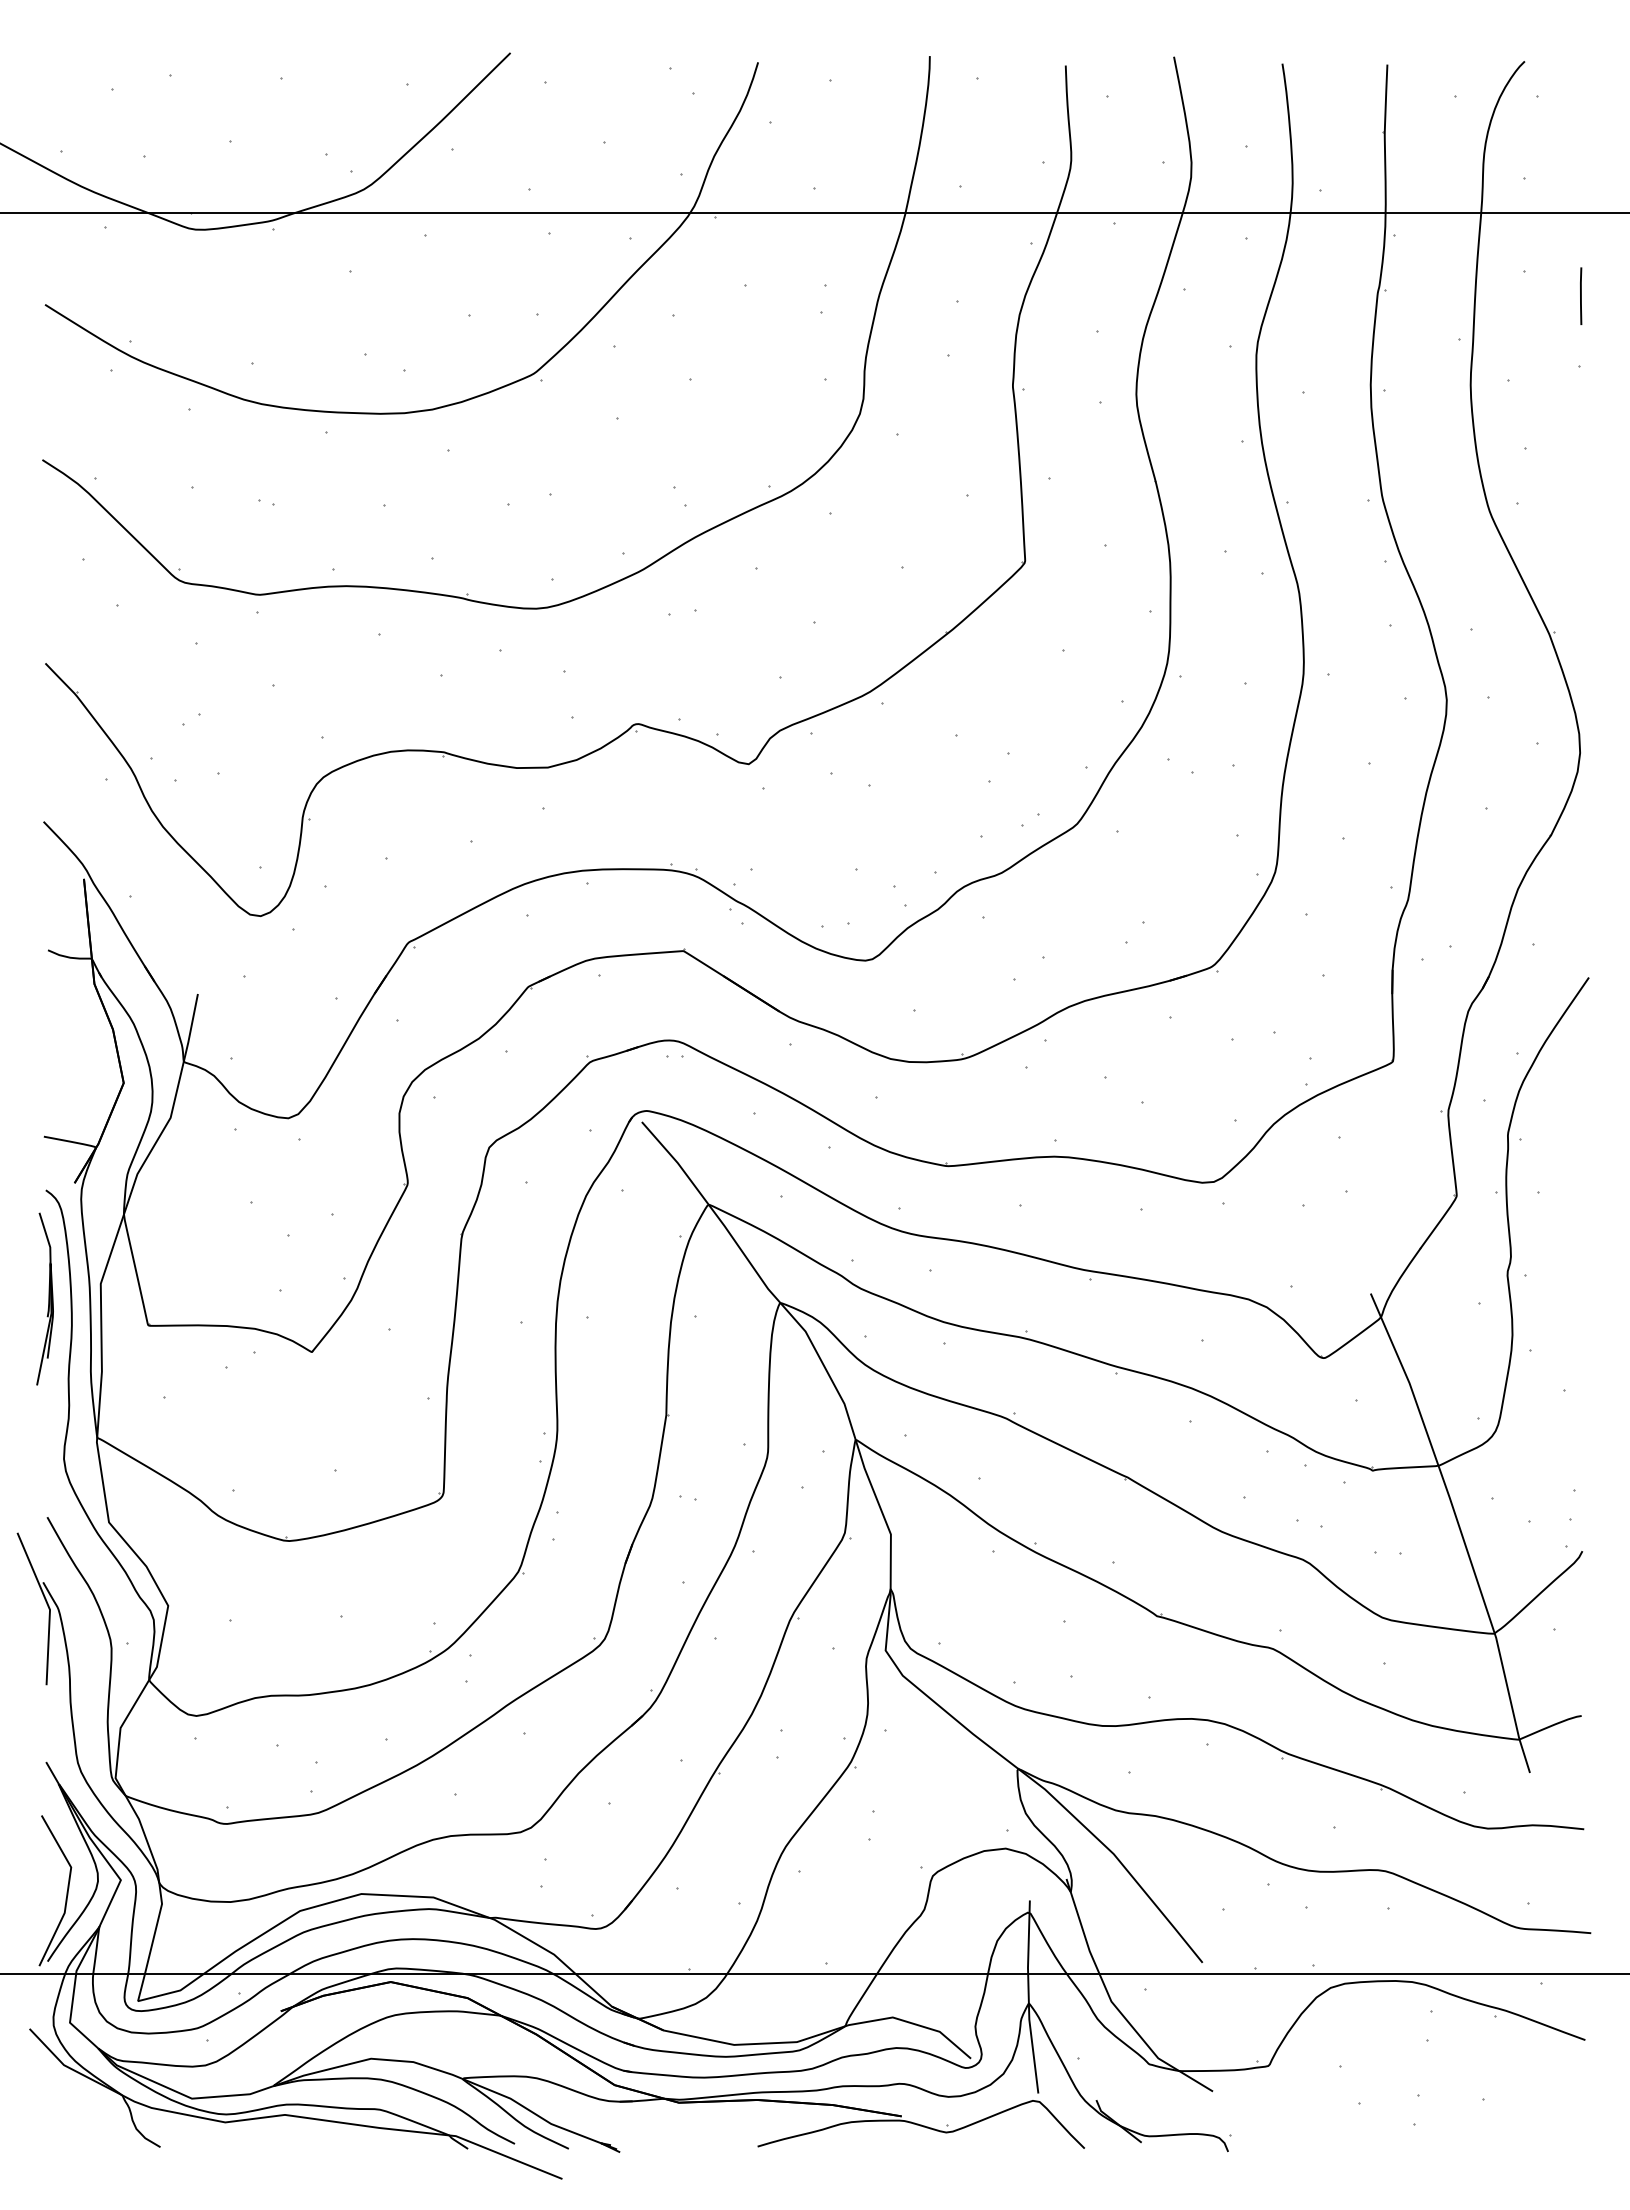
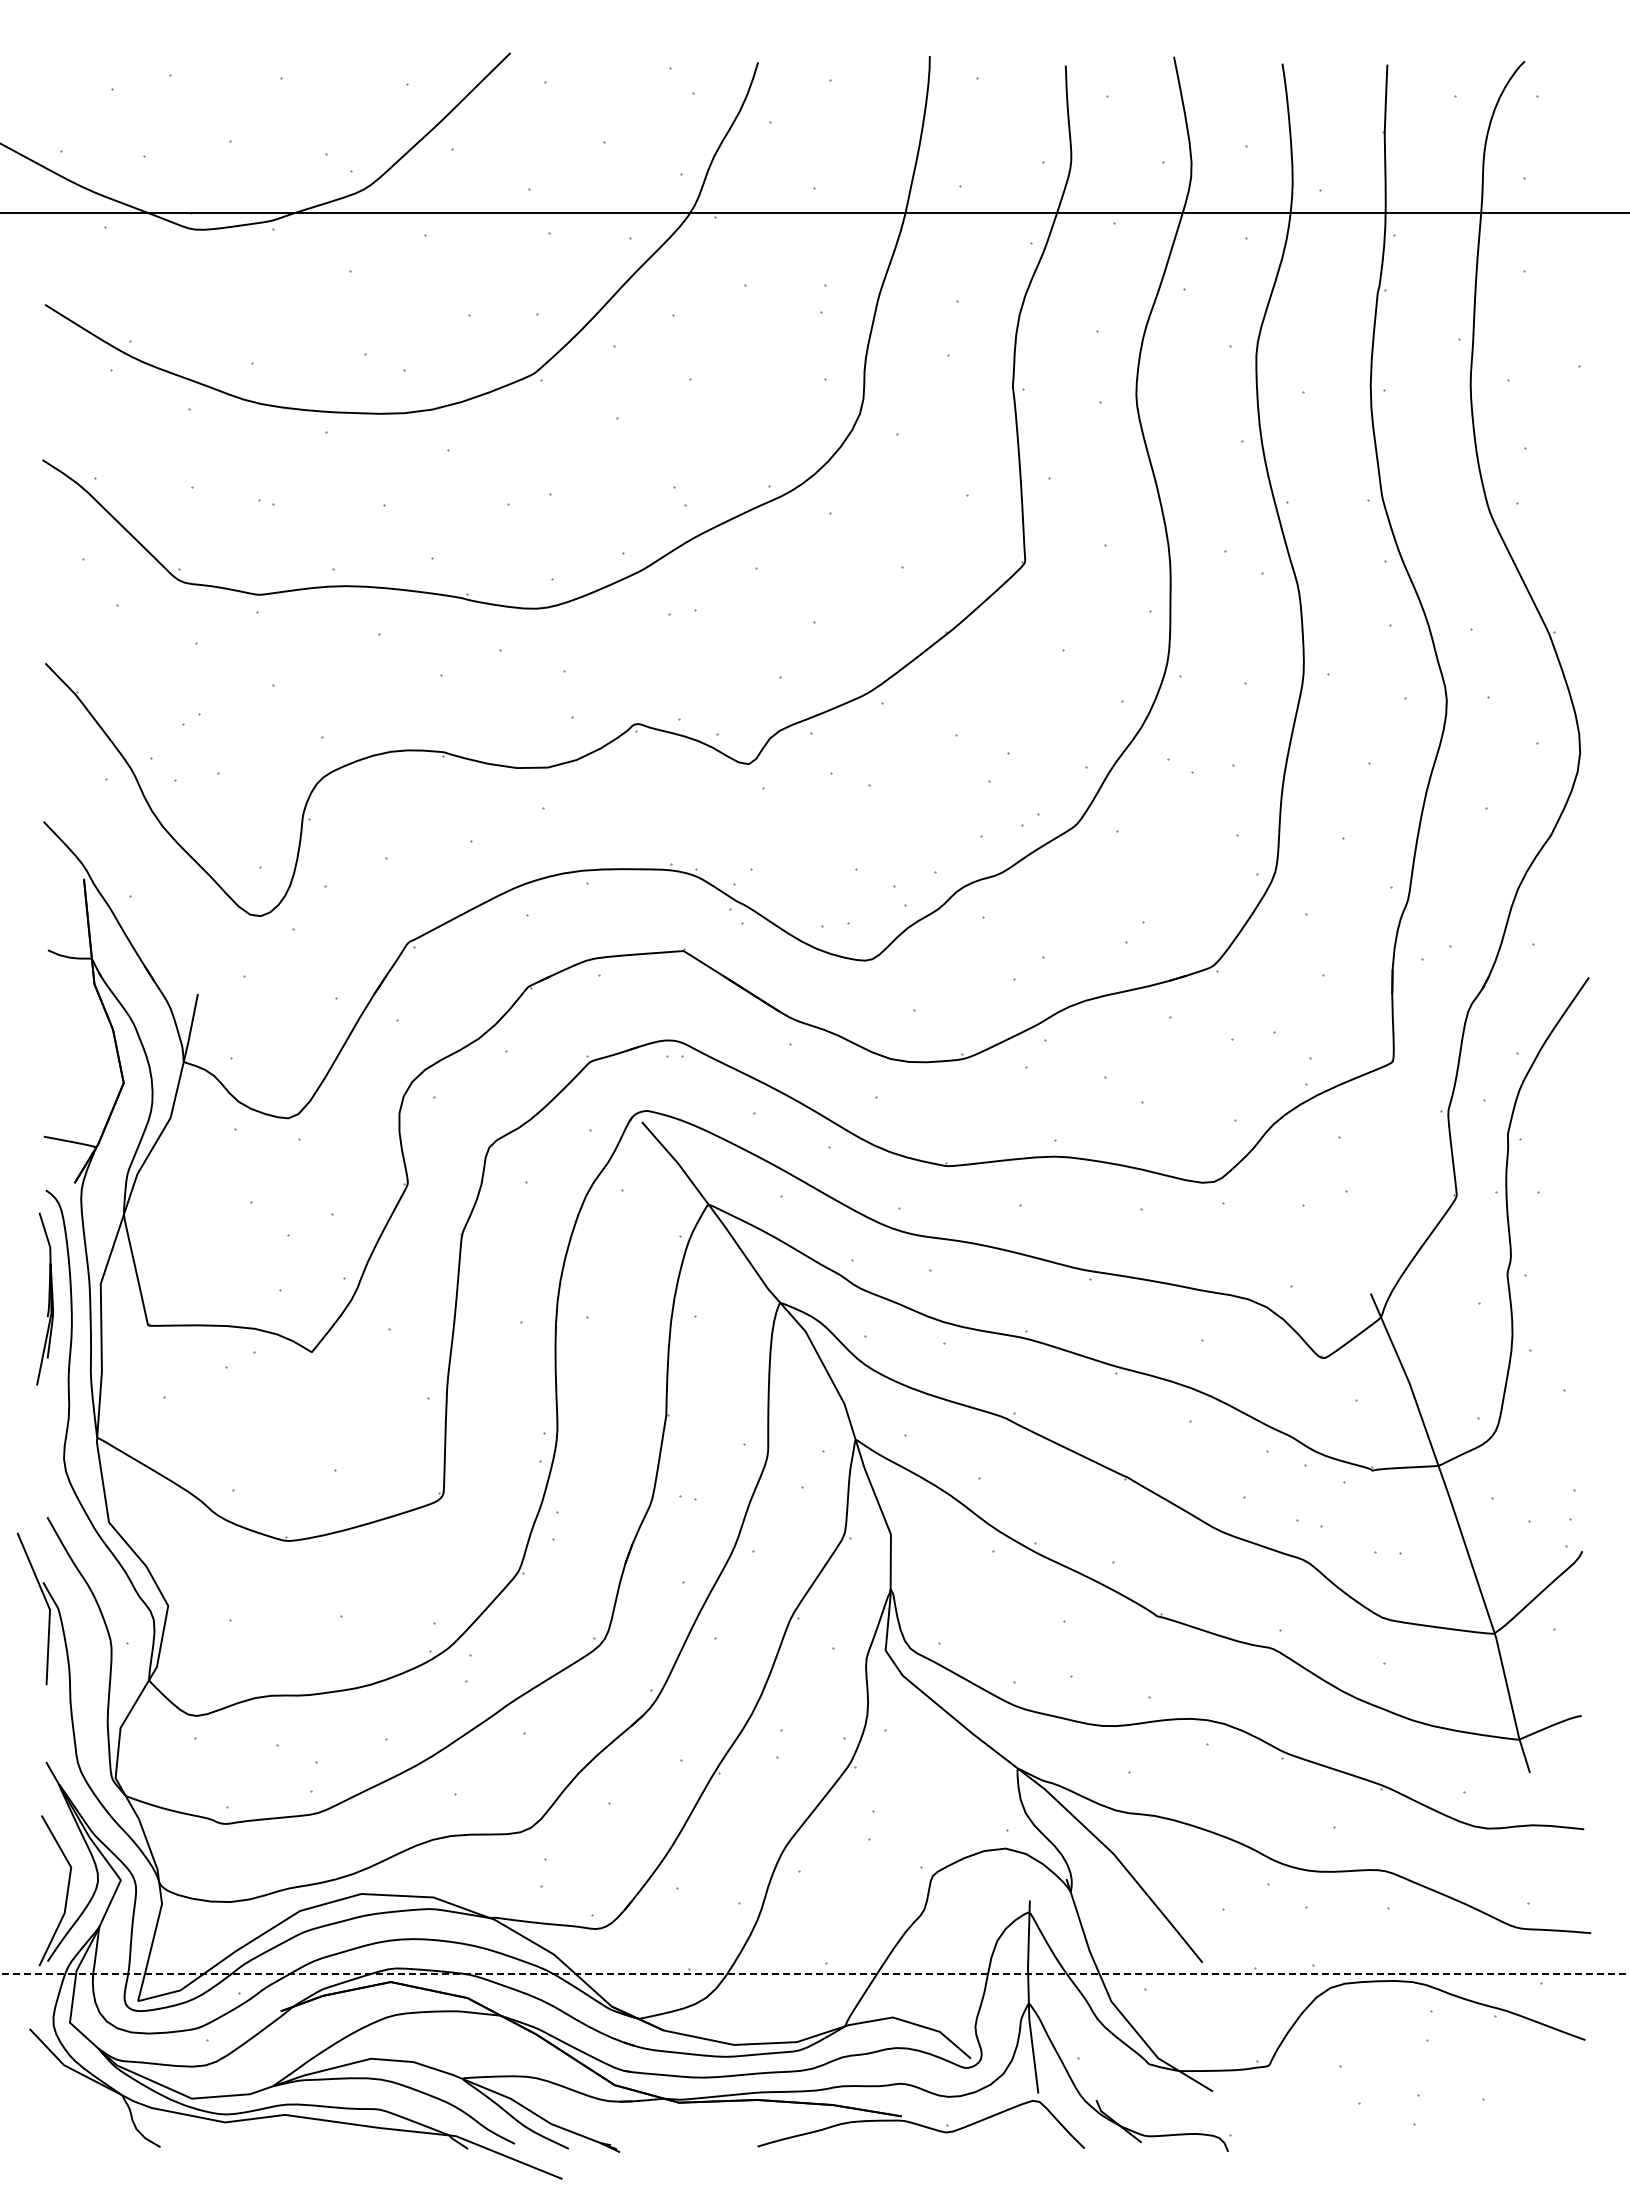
line at (1581, 295): present -> none
line at (814, 1973): solid -> dashed
